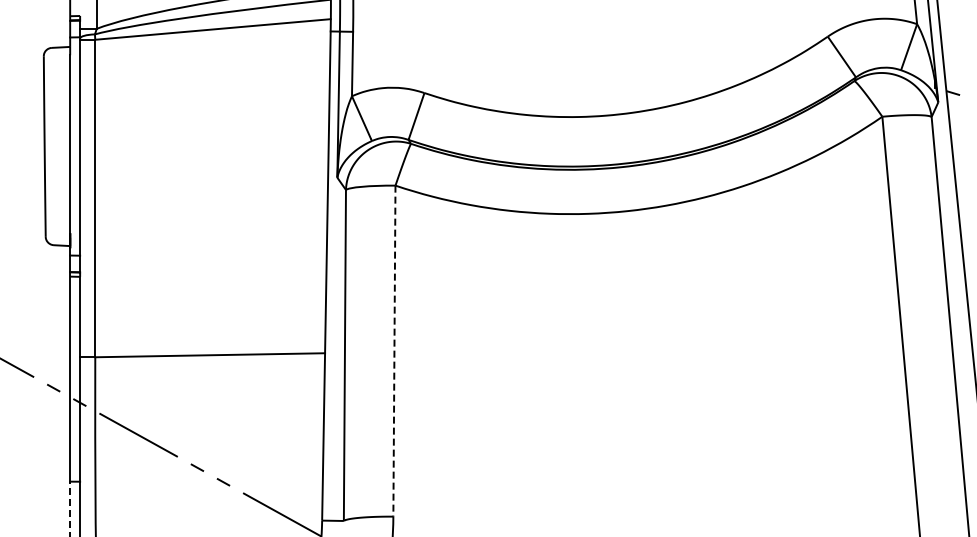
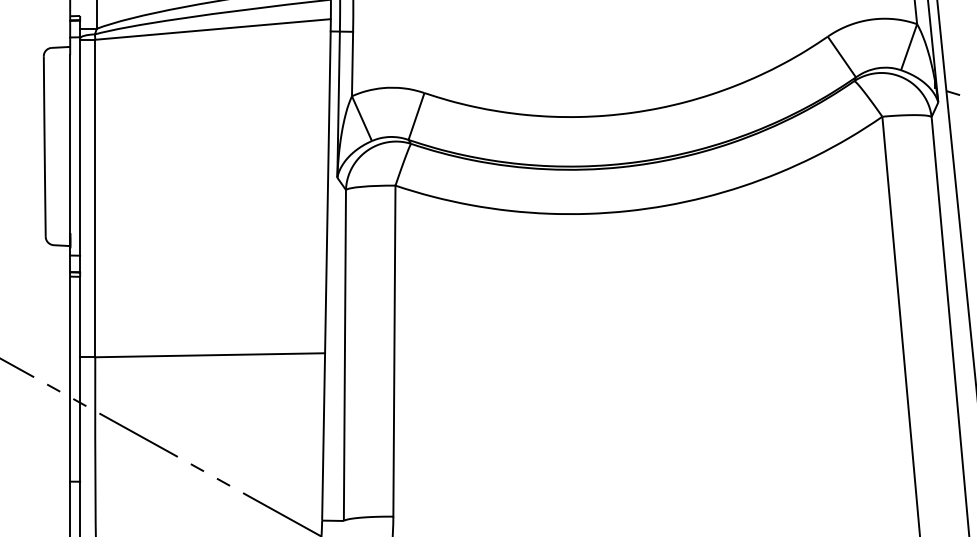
line at (394, 351): dashed -> solid
line at (70, 508): dashed -> solid
